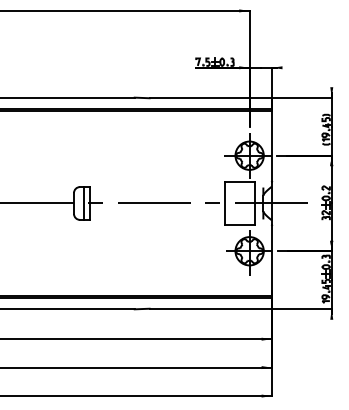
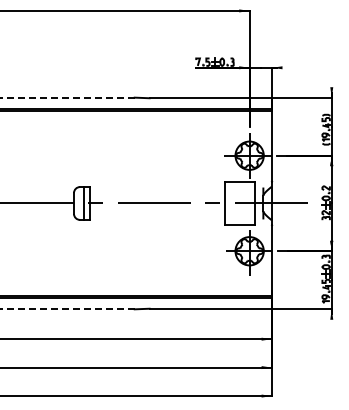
line at (67, 97): solid -> dashed
line at (67, 309): solid -> dashed
